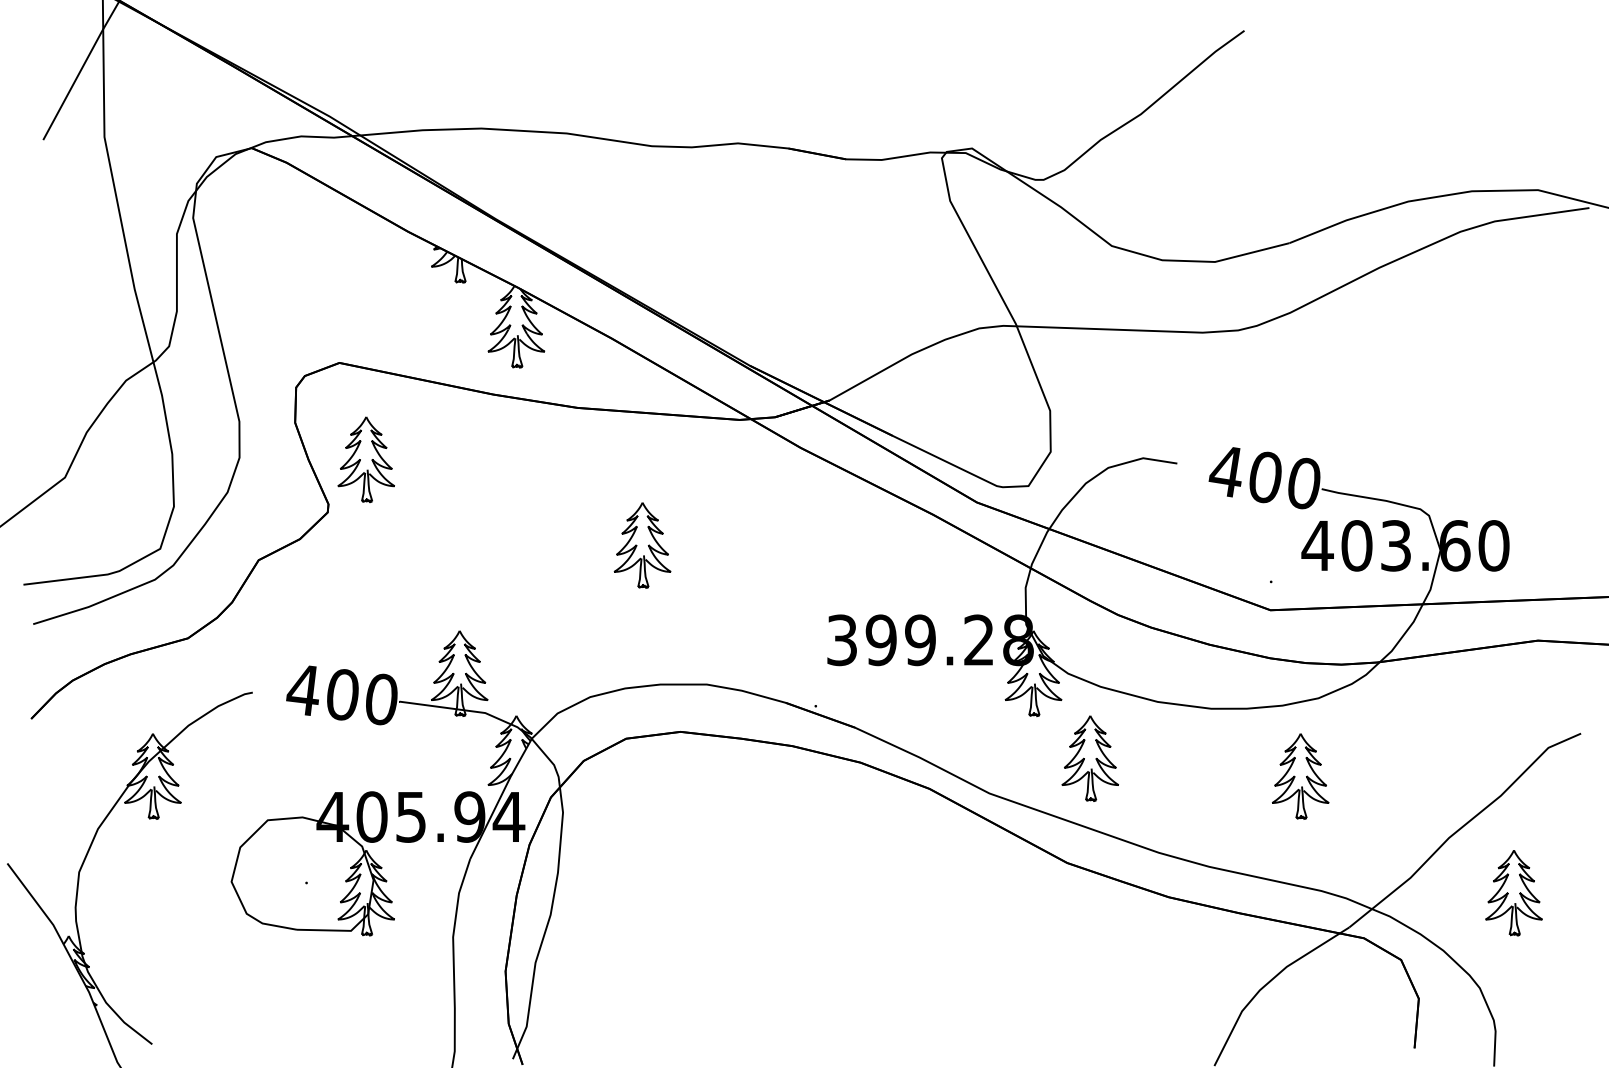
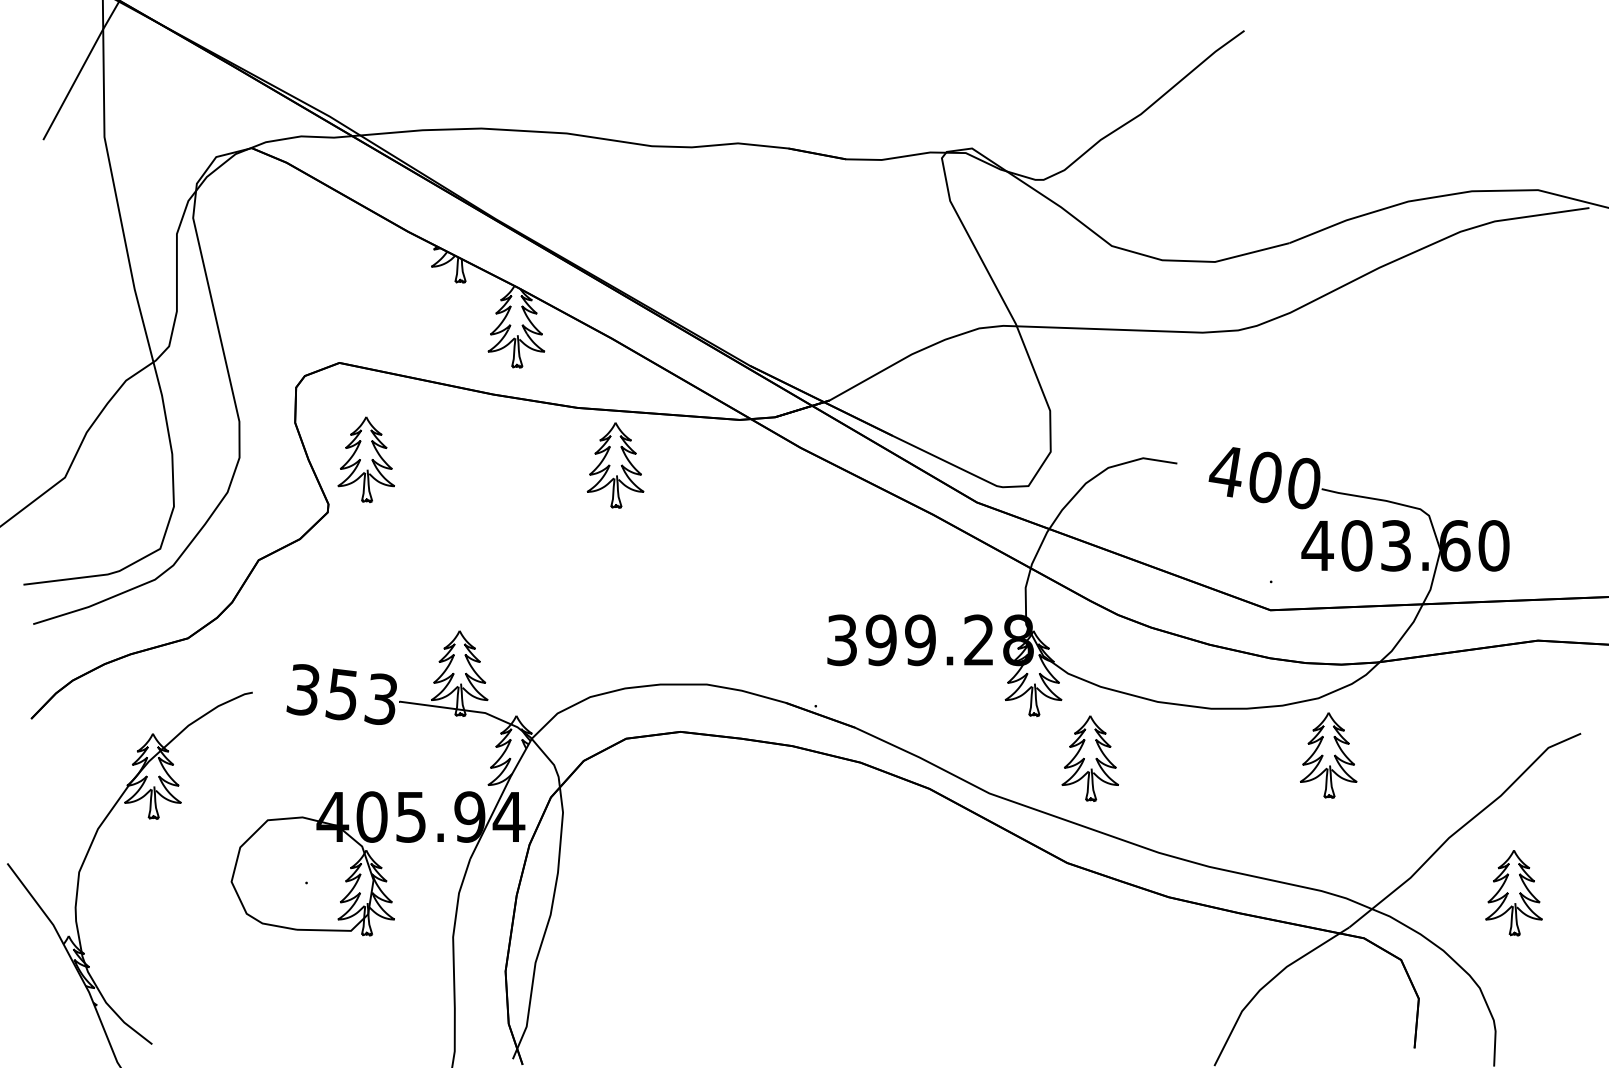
part at (642, 545) position: (642, 545) -> (615, 465)
text at (341, 694): 400 -> 353
part at (1300, 776) position: (1300, 776) -> (1328, 755)
